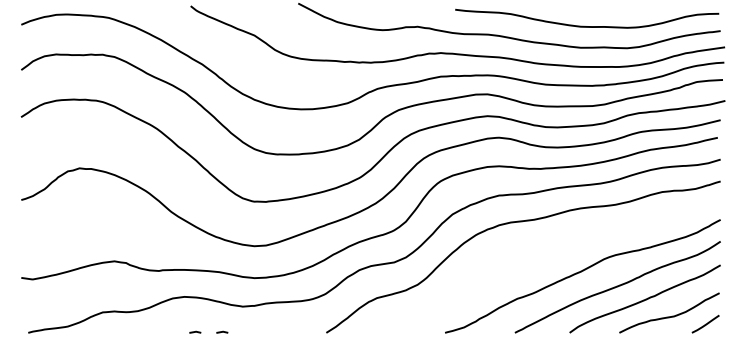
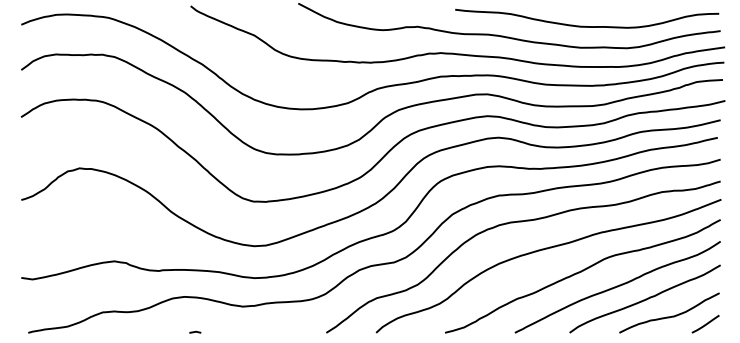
curve at (543, 250): none -> present
line at (222, 331): present -> none
